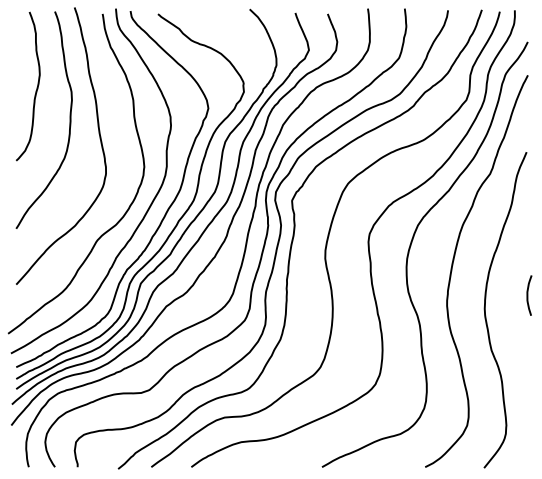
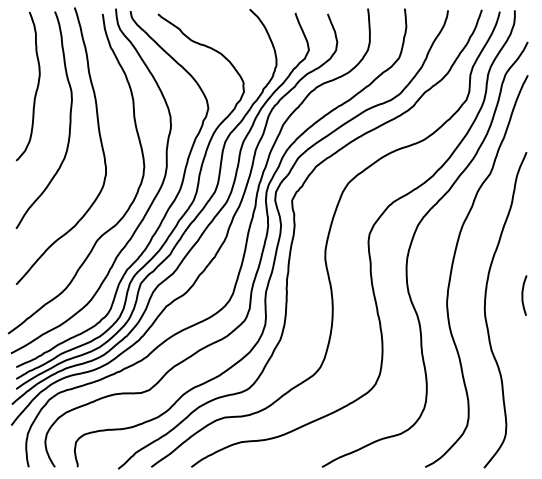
curve at (528, 295) position: (528, 295) -> (523, 295)
